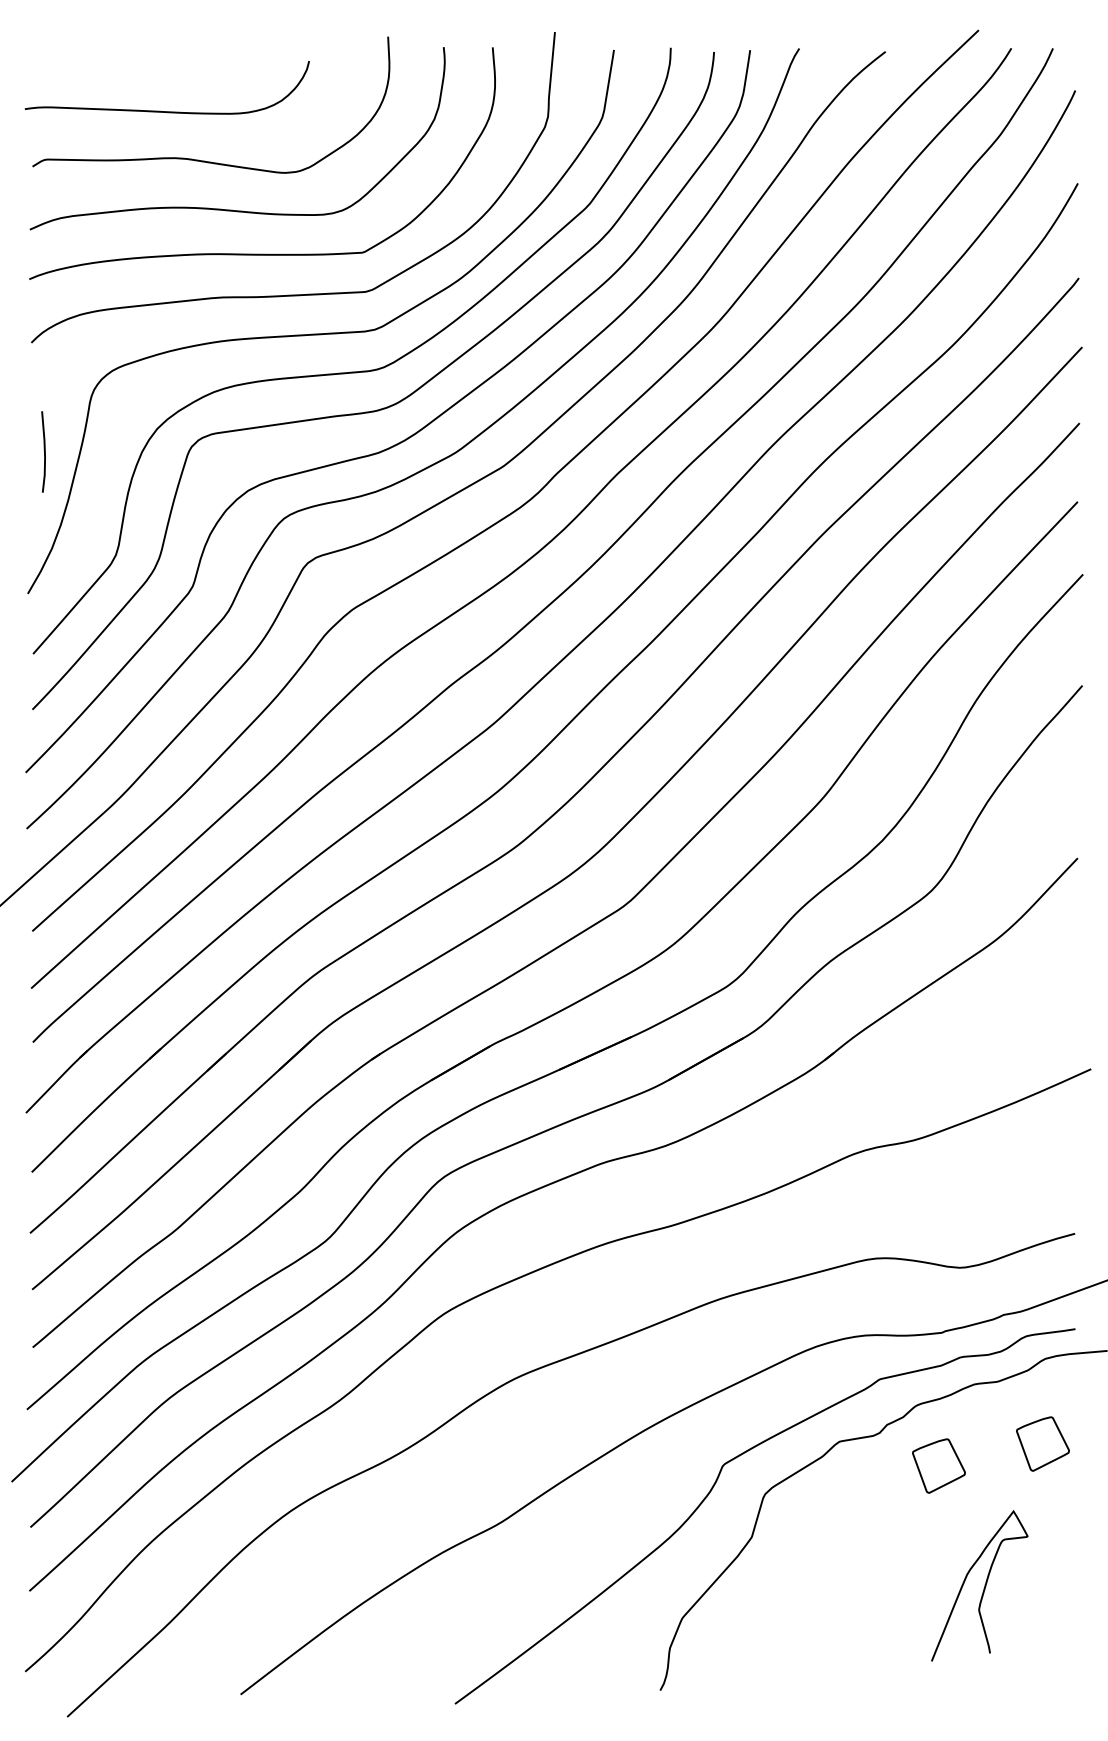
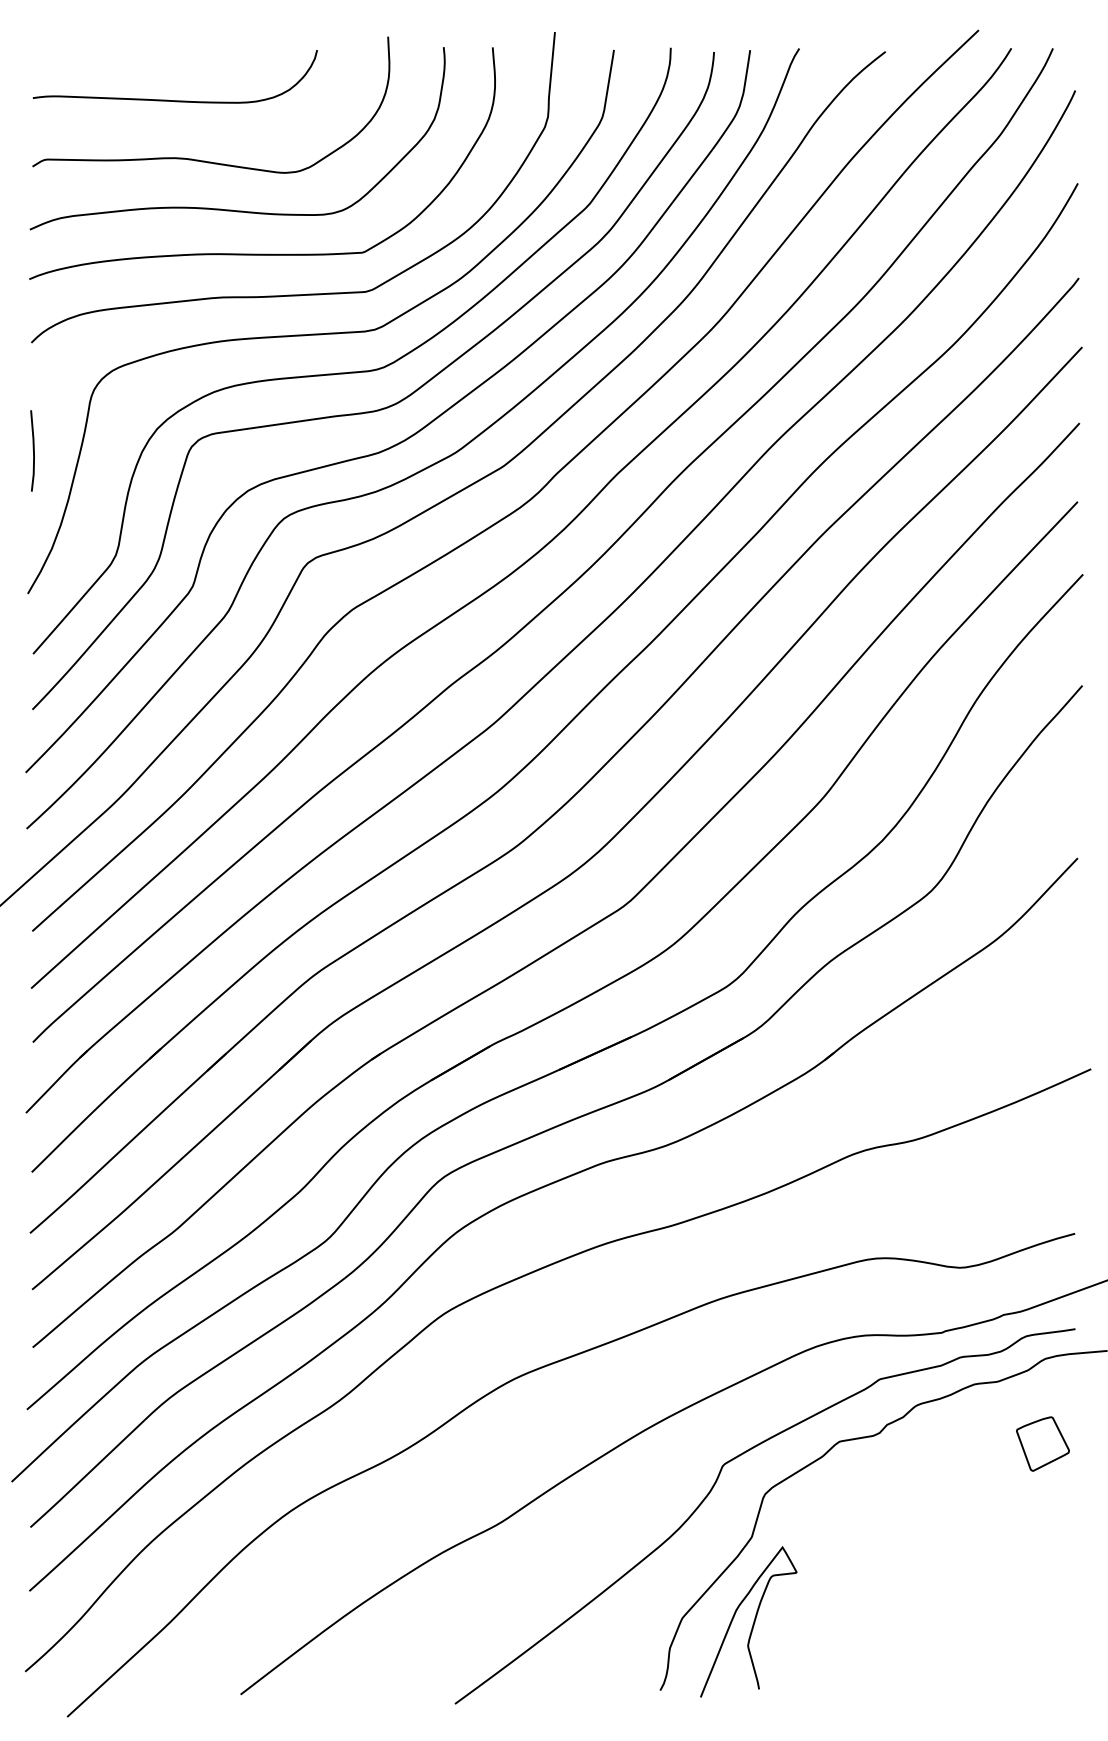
curve at (160, 110) position: (160, 110) -> (168, 99)
line at (44, 451) position: (44, 451) -> (33, 450)
part at (938, 1465): present -> none
curve at (984, 1585) position: (984, 1585) -> (753, 1621)
